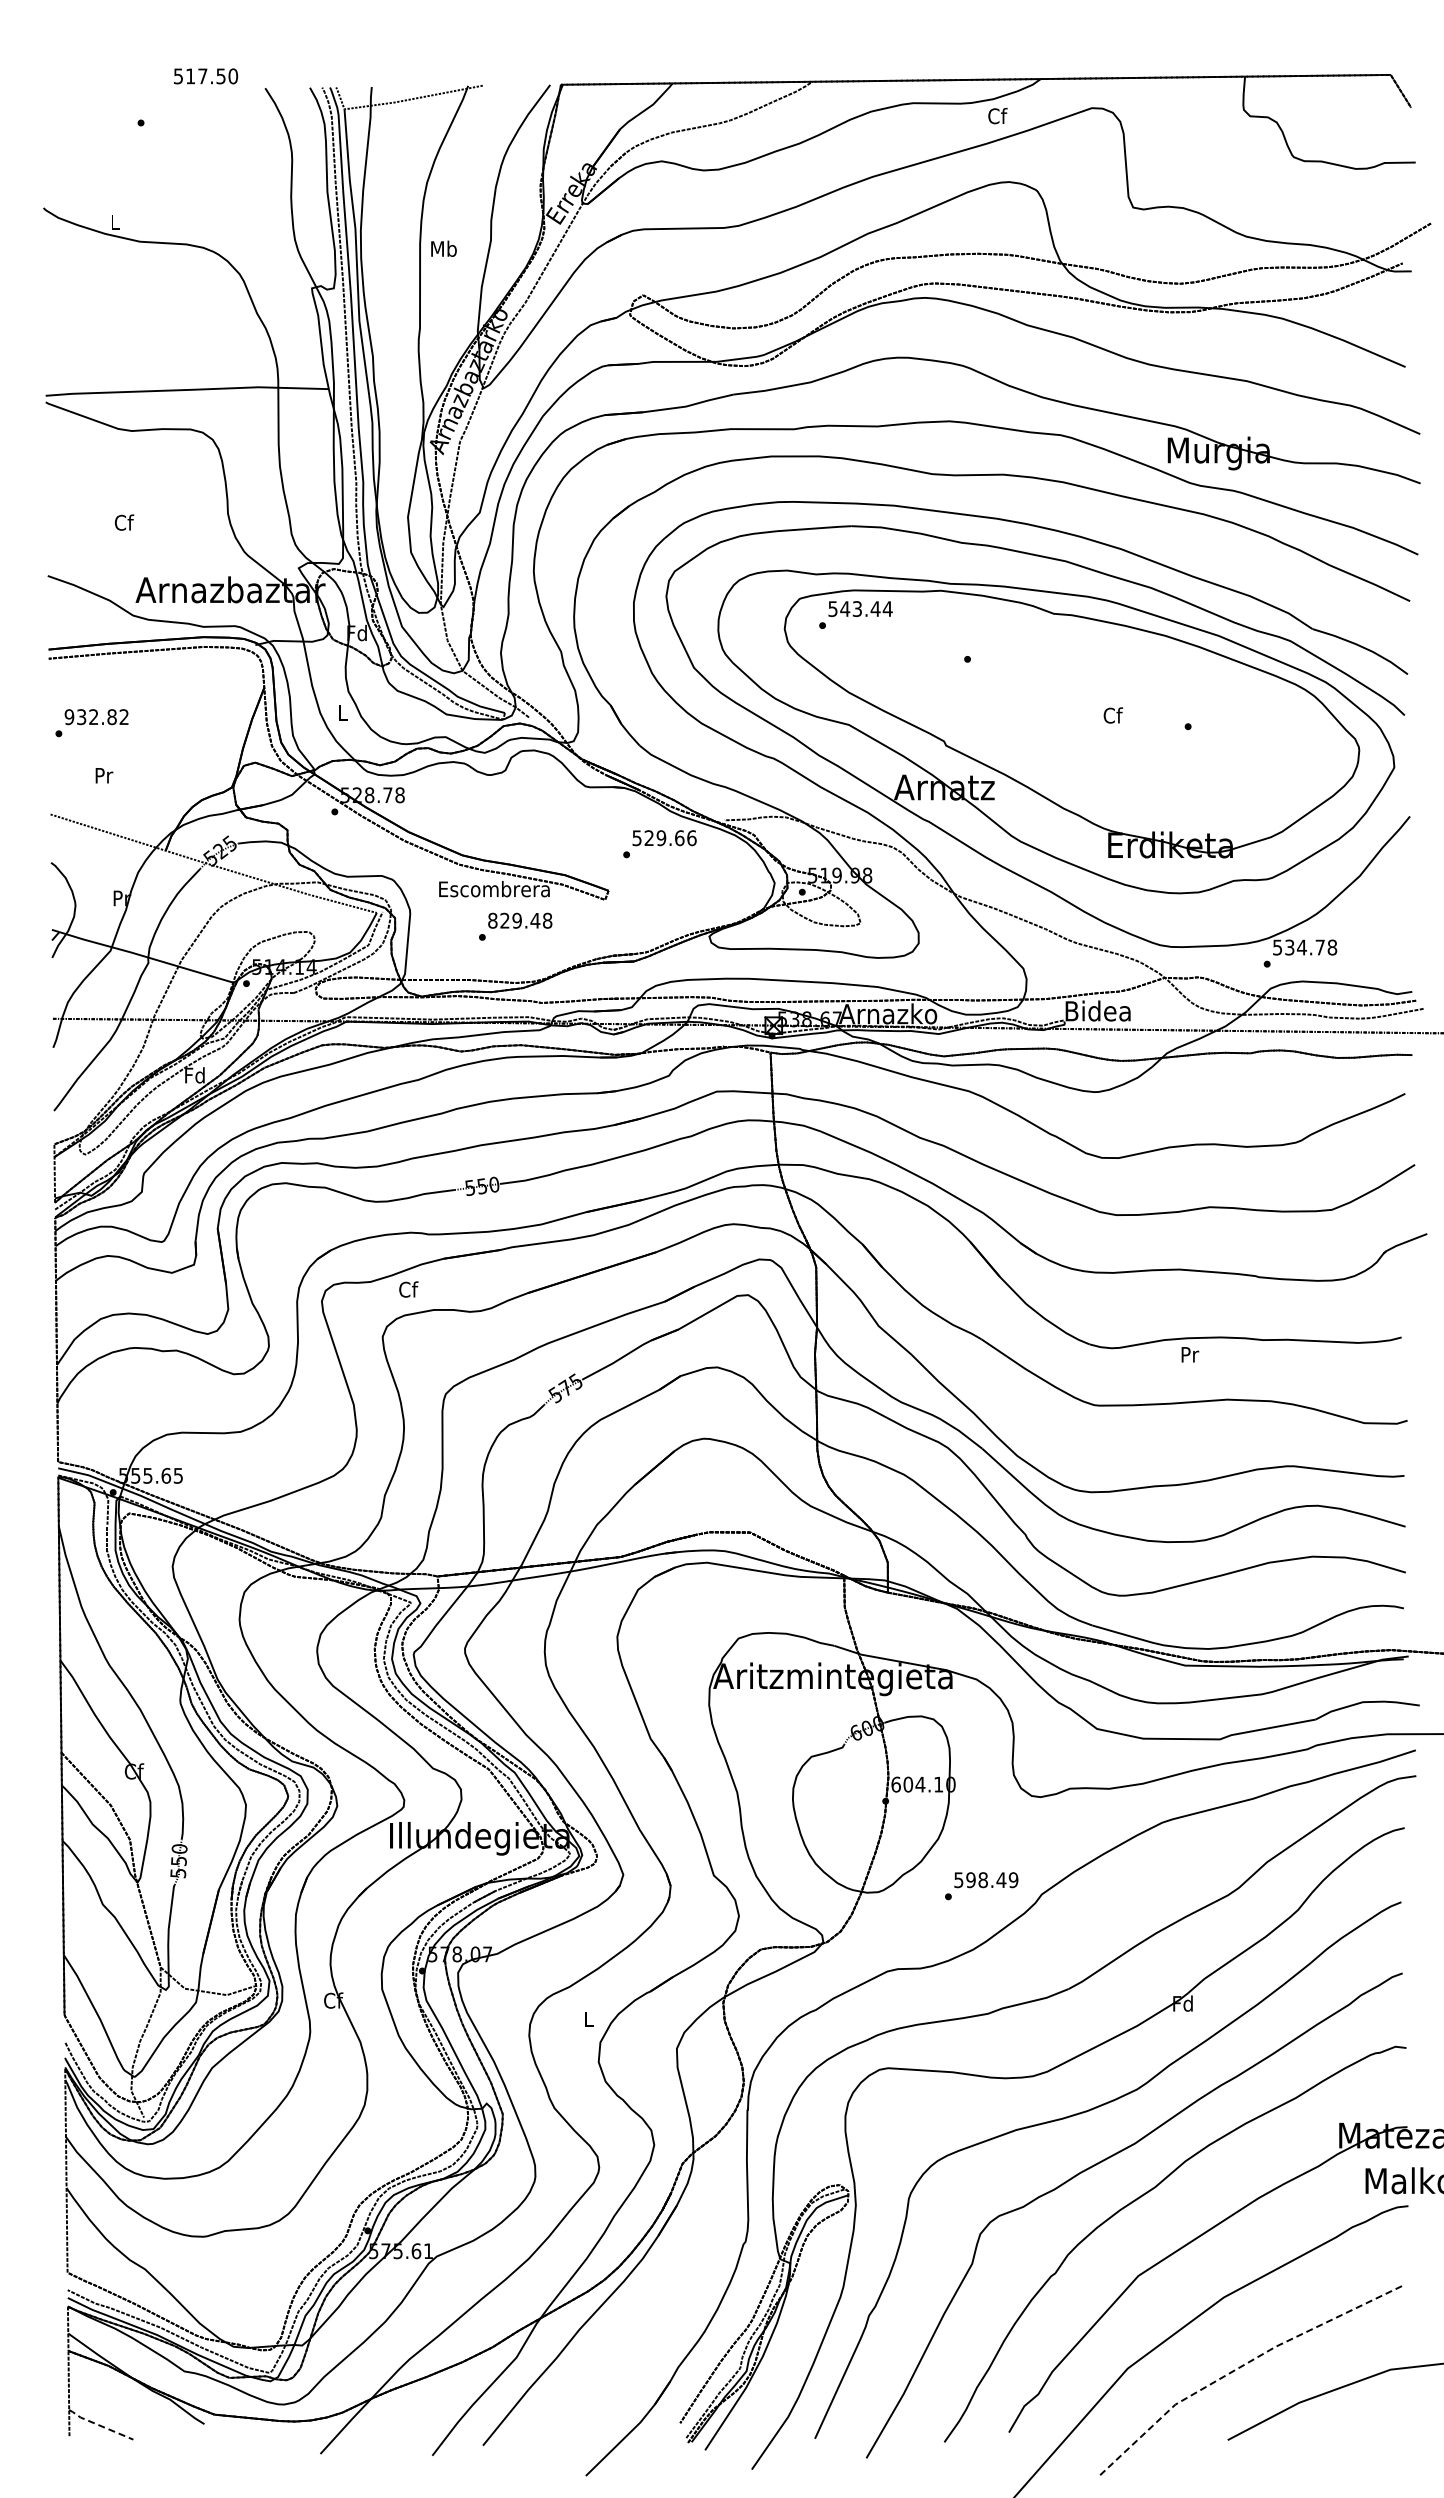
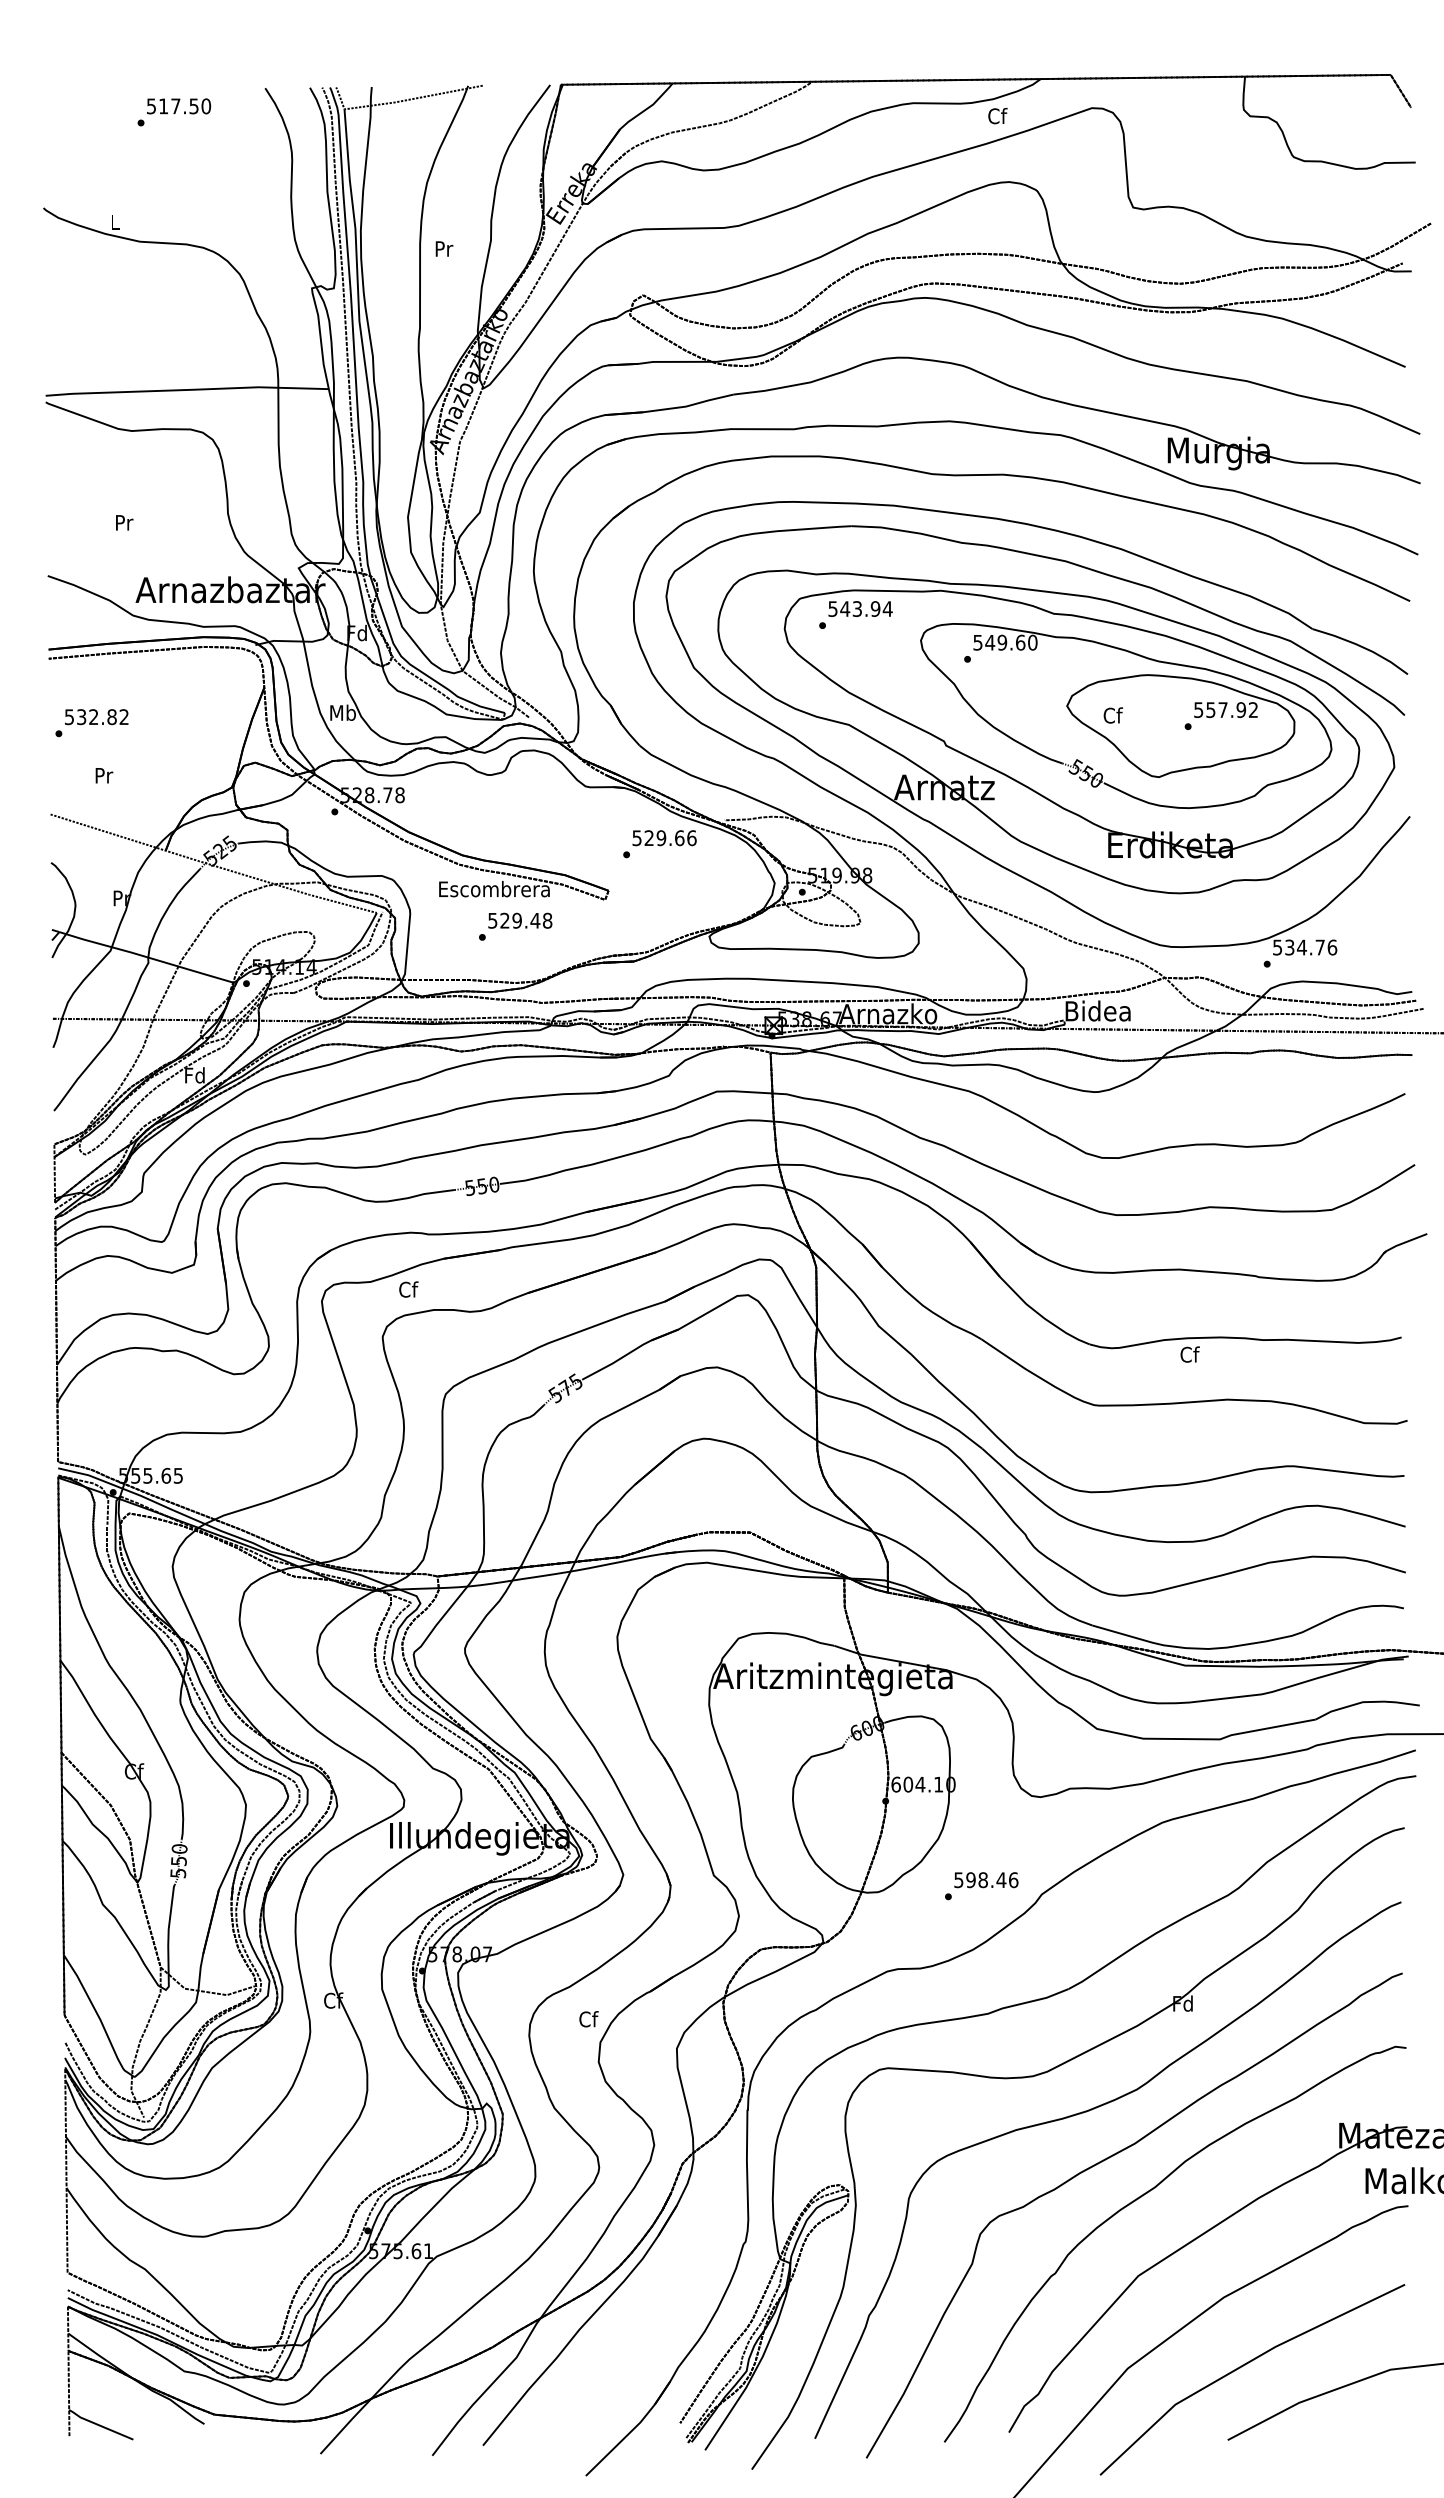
text at (206, 76) position: (206, 76) -> (179, 106)
text at (443, 248): Mb -> Pr
text at (124, 522): Cf -> Pr
text at (875, 608): 543.44 -> 543.94
text at (342, 712): L -> Mb
part at (1126, 715): none -> present
text at (69, 716): 932.82 -> 532.82
text at (492, 920): 829.48 -> 529.48
text at (1332, 947): 534.78 -> 534.76
text at (1189, 1354): Pr -> Cf
text at (1013, 1880): 598.49 -> 598.46
text at (588, 2019): L -> Cf
line at (1242, 2365): dashed -> solid
line at (99, 2425): dashed -> solid
